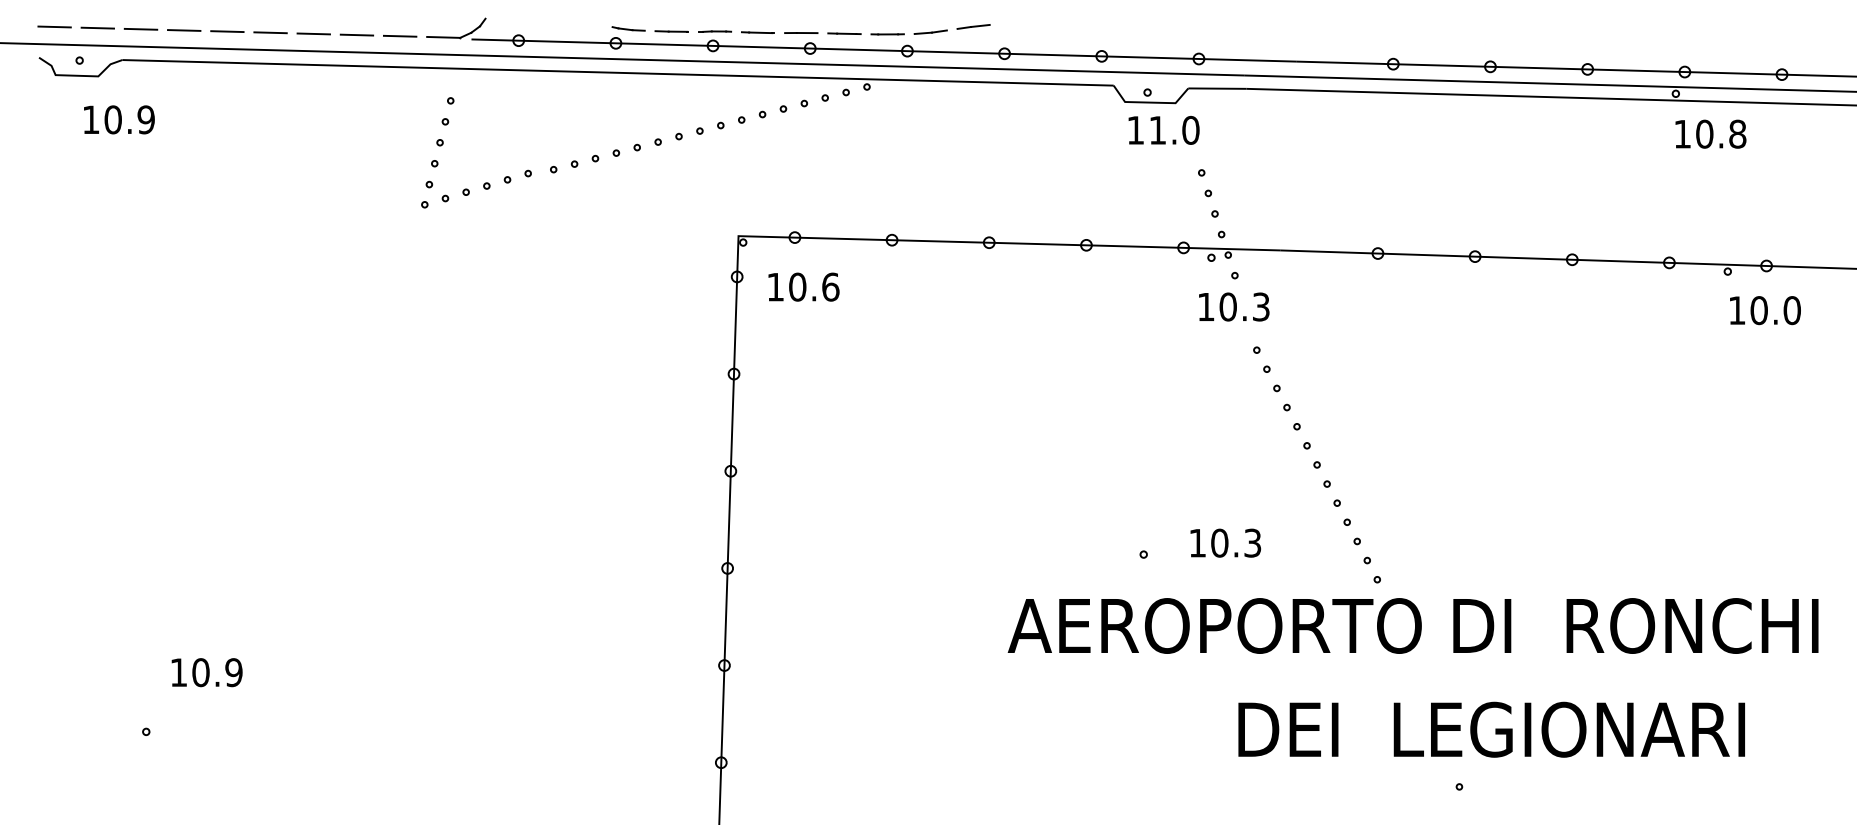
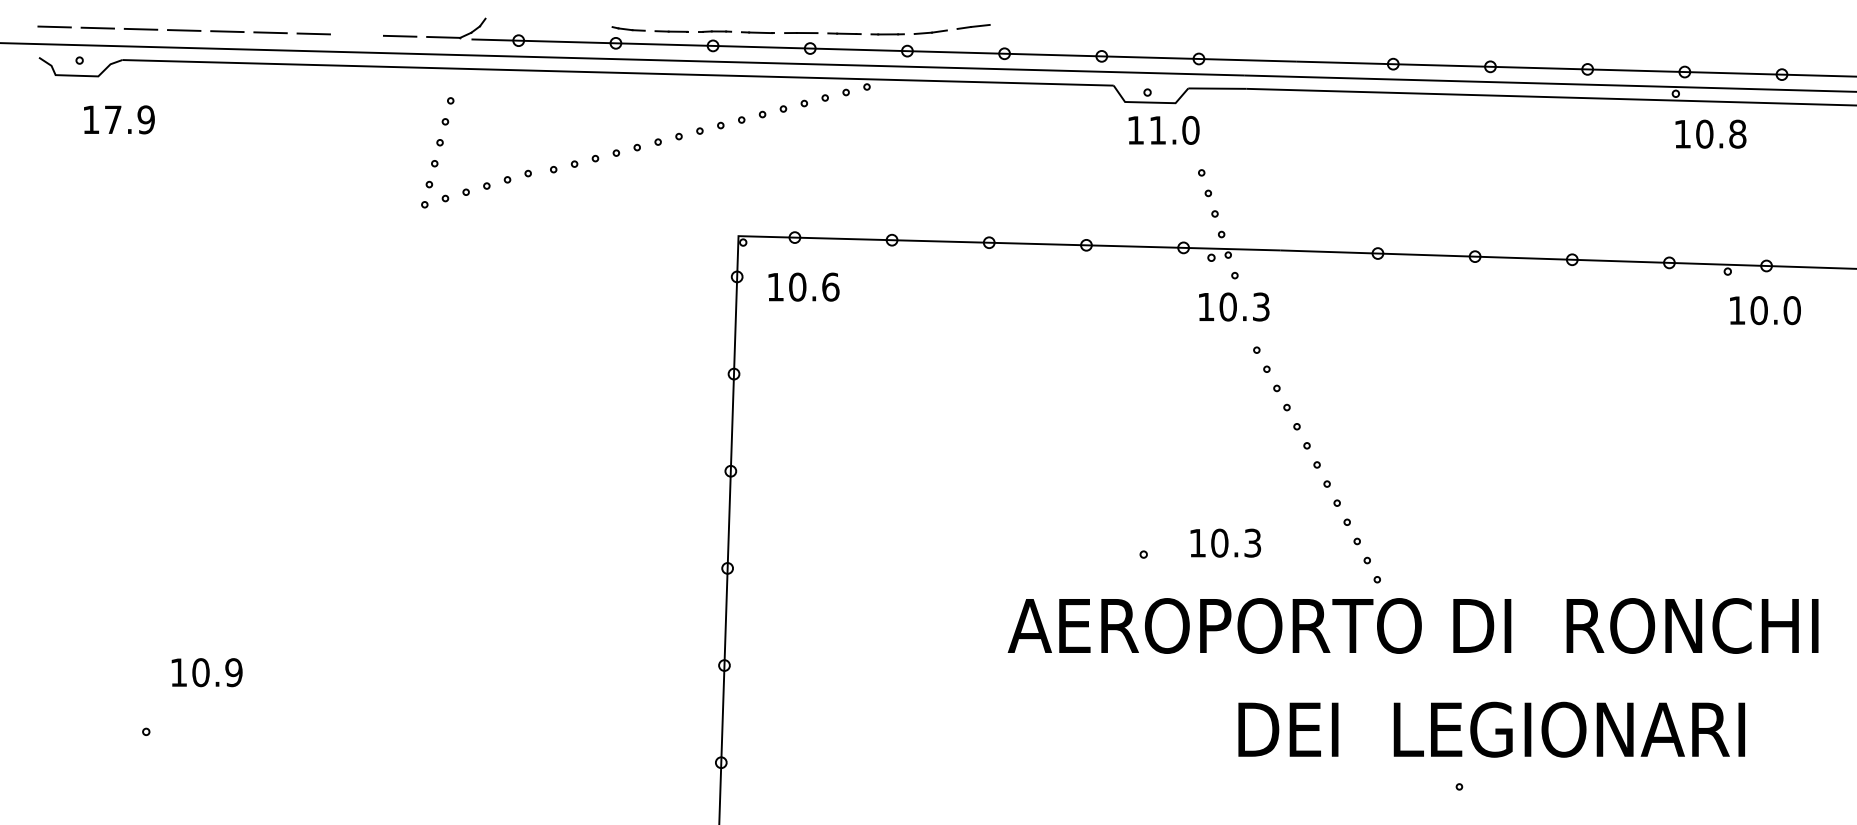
line at (356, 34): present -> none
text at (112, 119): 10.9 -> 17.9
